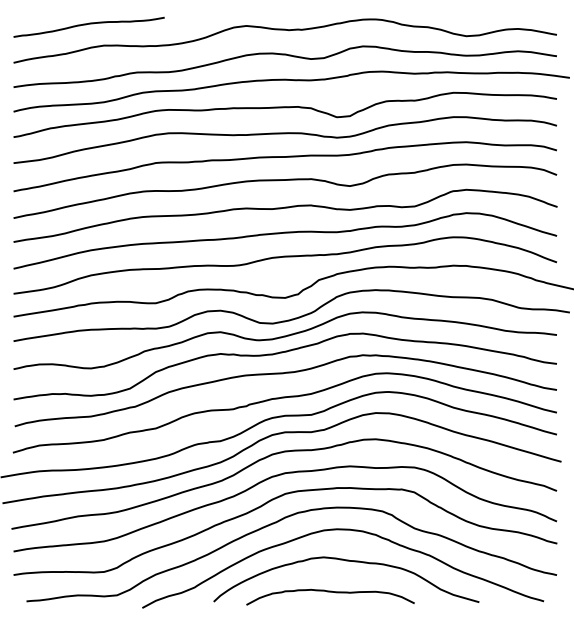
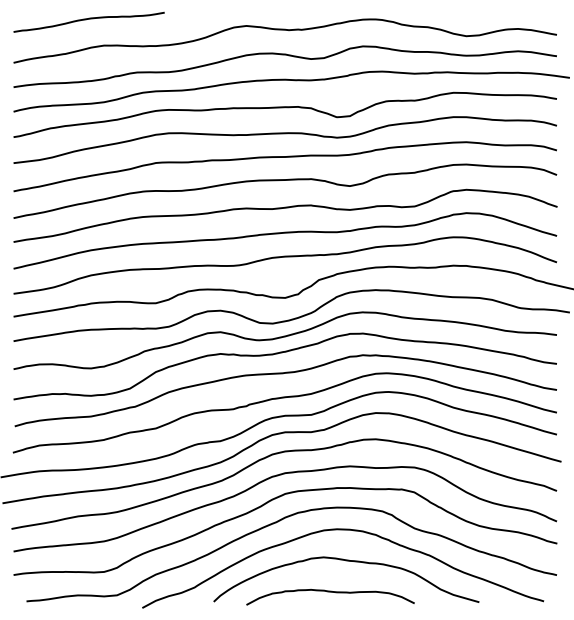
curve at (88, 24) position: (88, 24) -> (88, 19)
